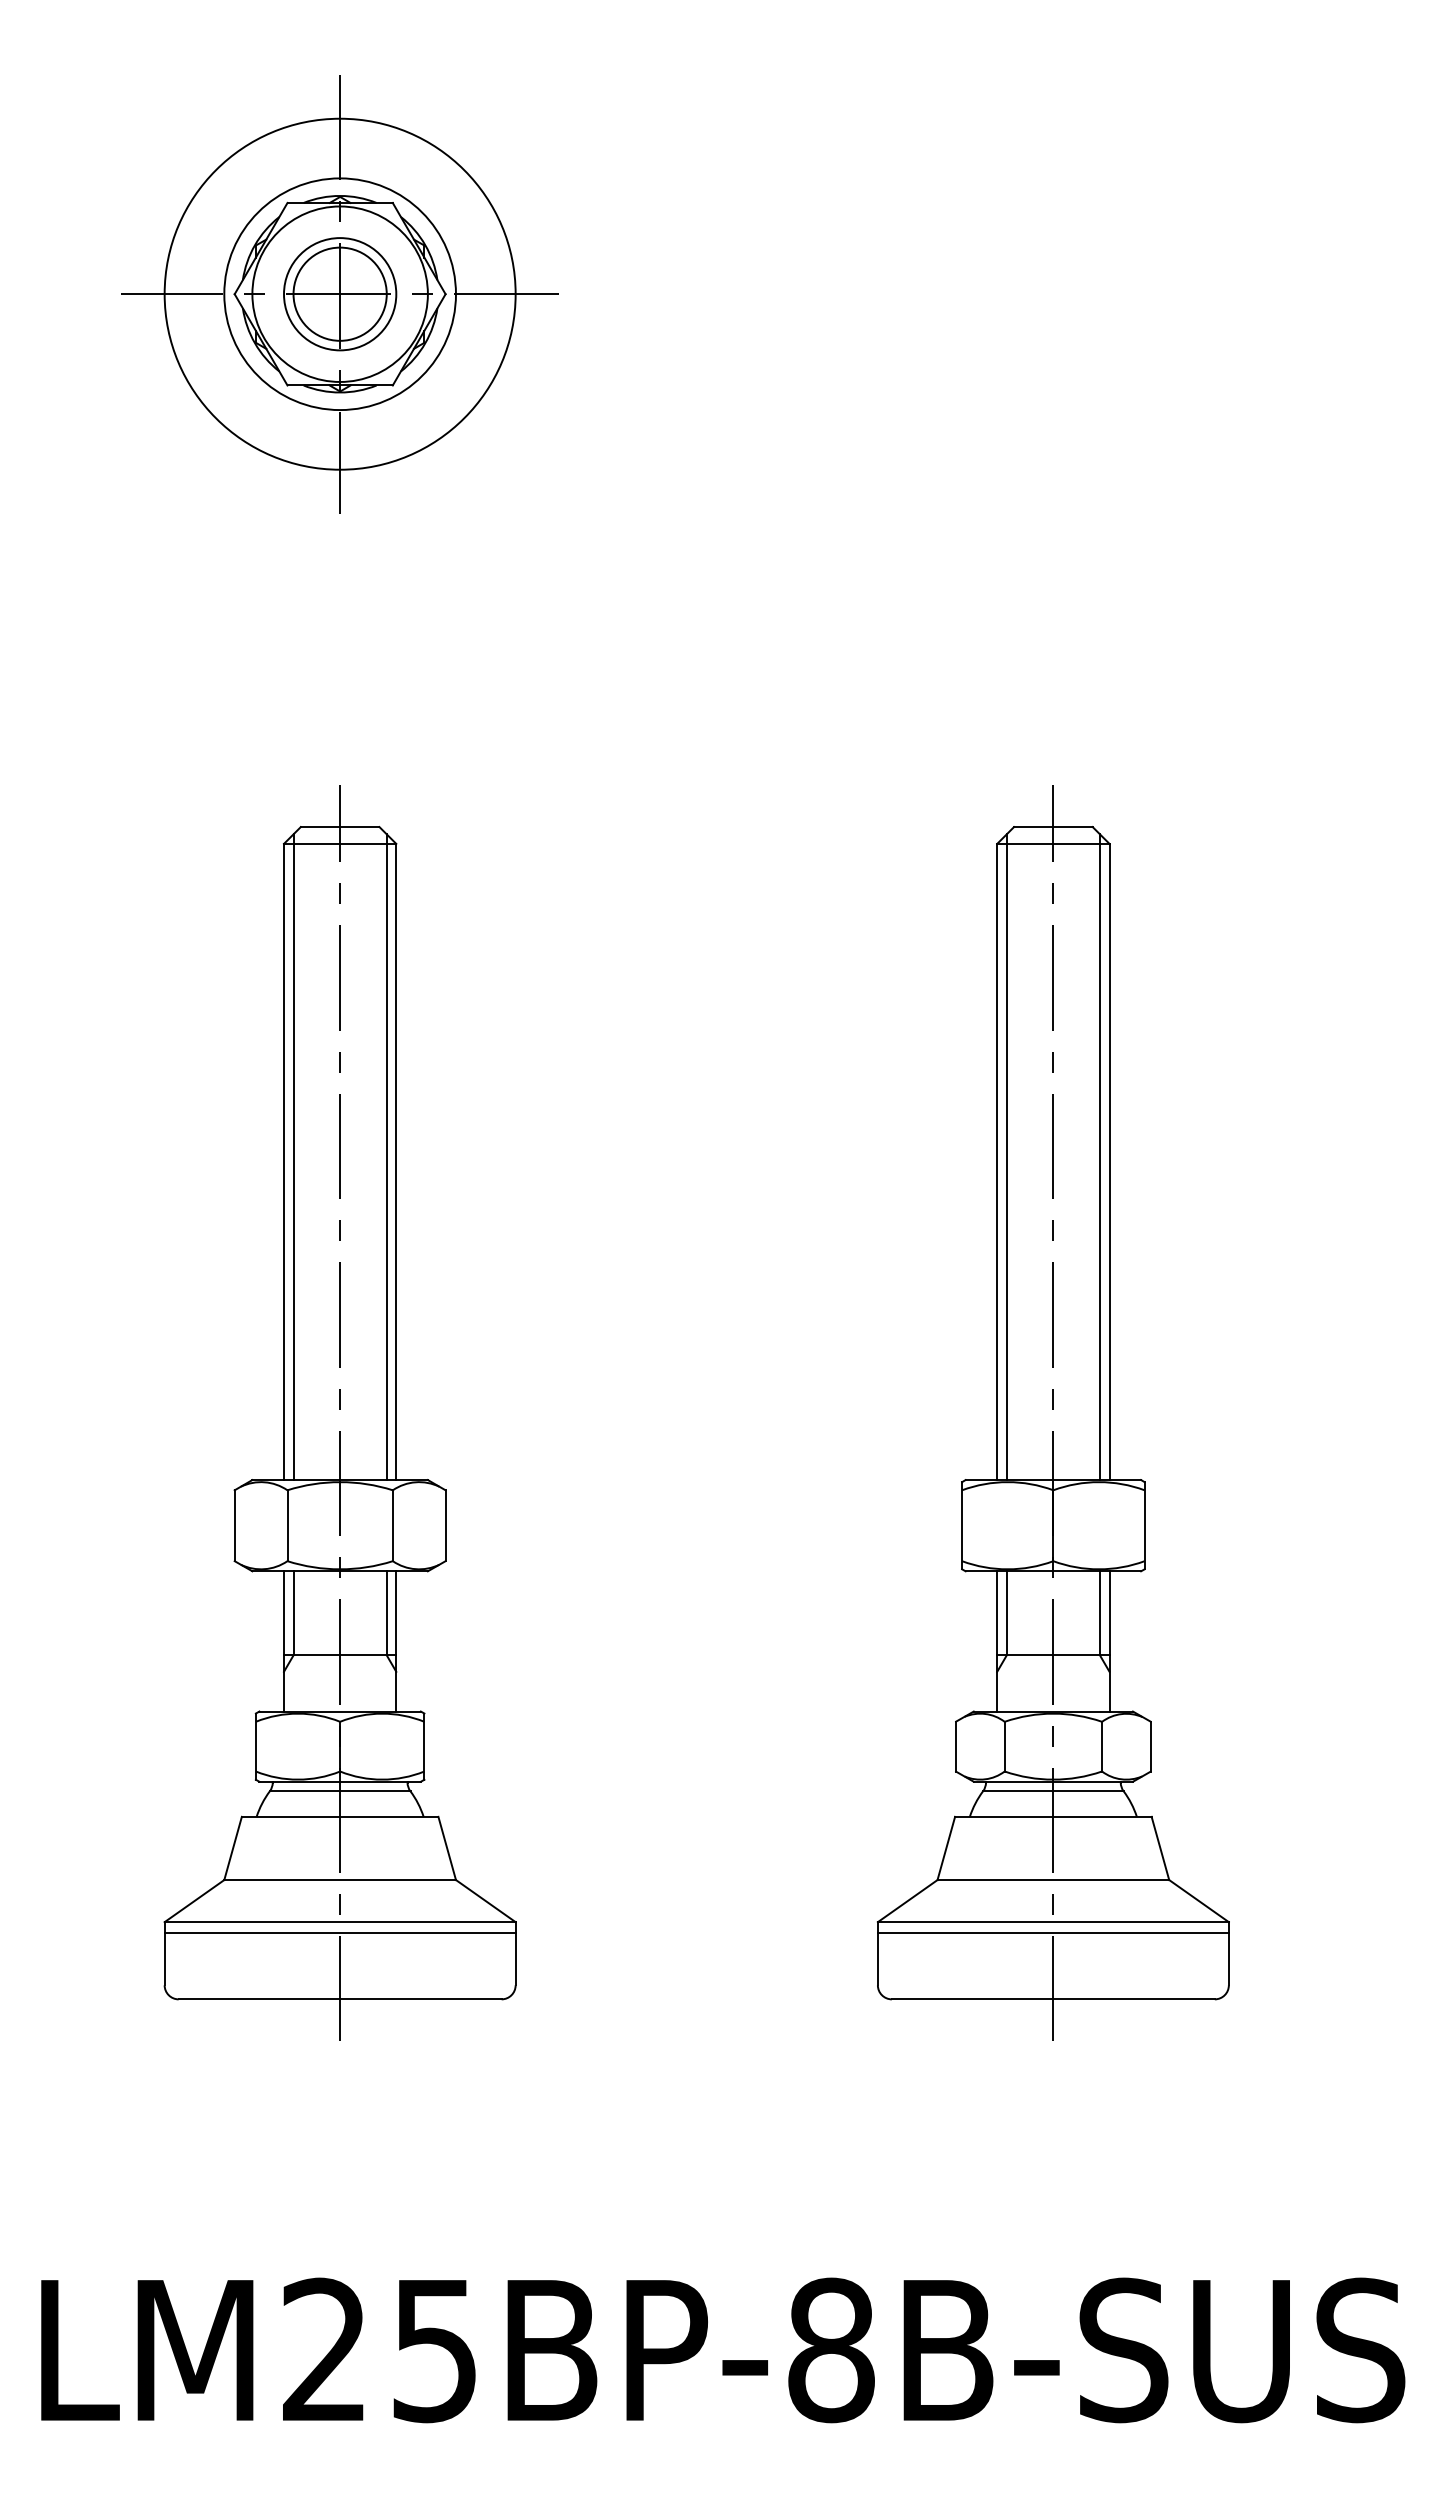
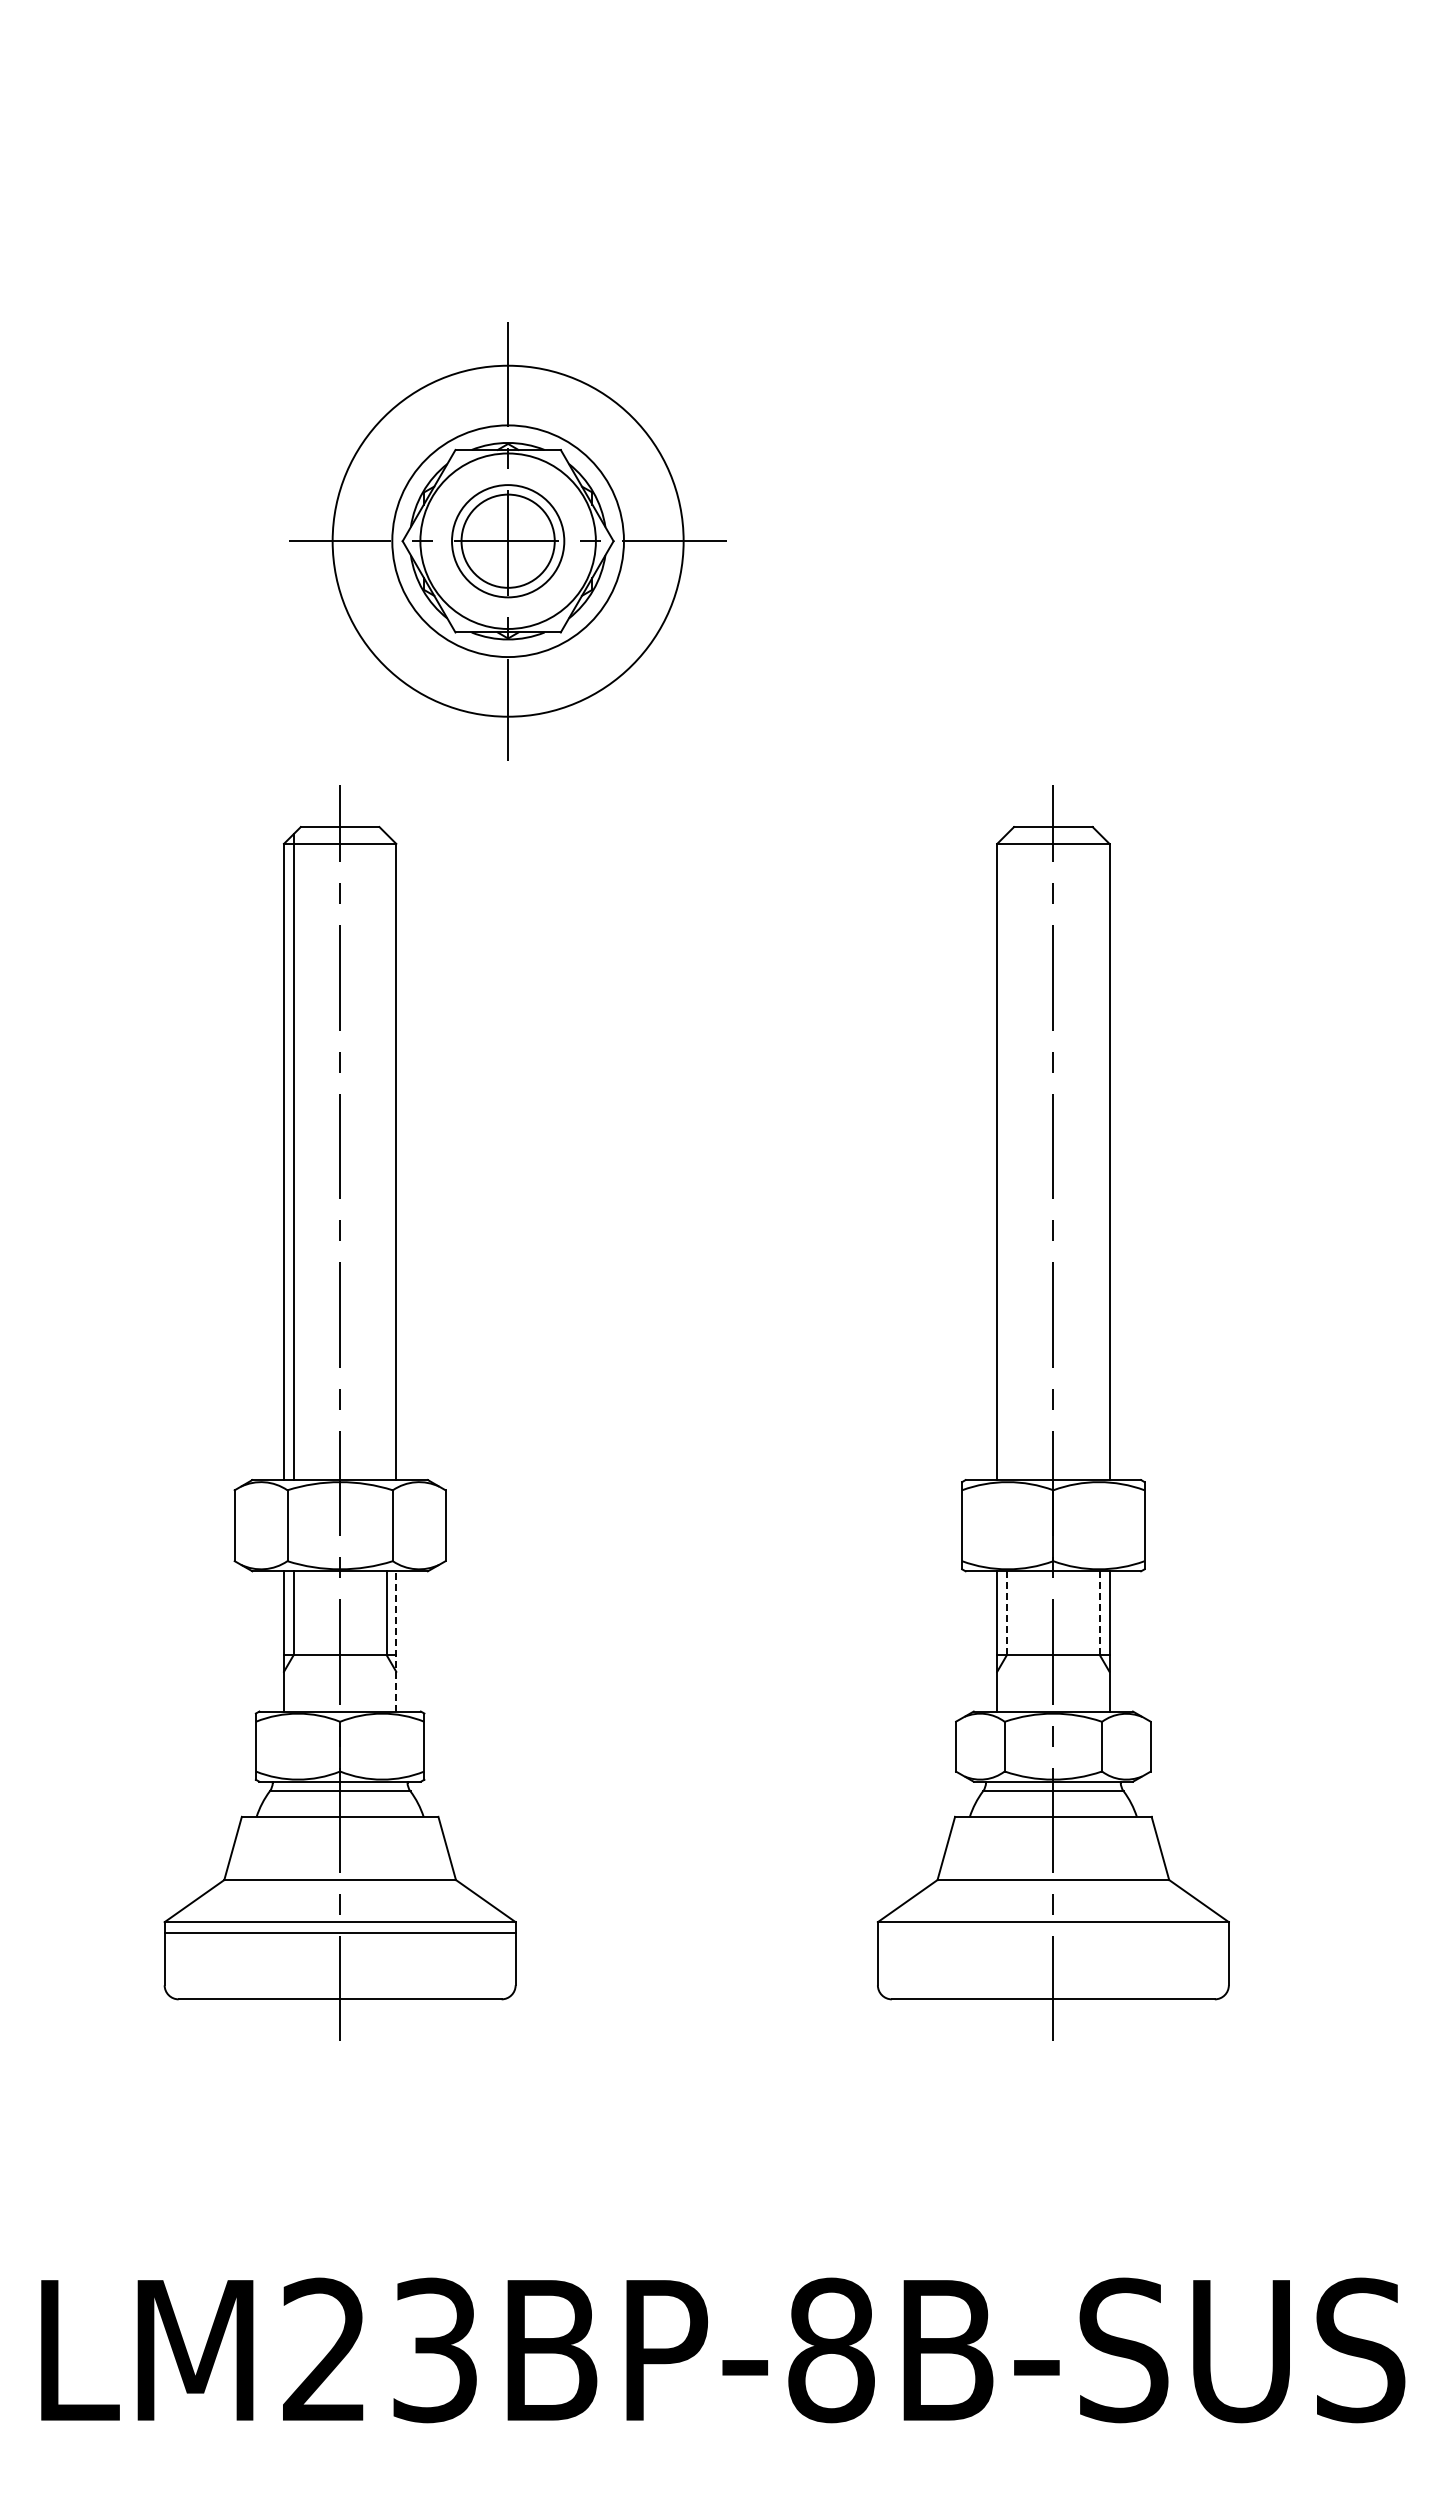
part at (339, 294) position: (339, 294) -> (507, 541)
line at (386, 1157): present -> none
line at (1006, 1157): present -> none
line at (1099, 1157): present -> none
line at (1006, 1612): solid -> dashed
line at (1099, 1612): solid -> dashed
line at (396, 1640): solid -> dashed
line at (1052, 1933): present -> none
text at (434, 2349): LM25BP-8B-SUS -> LM23BP-8B-SUS
